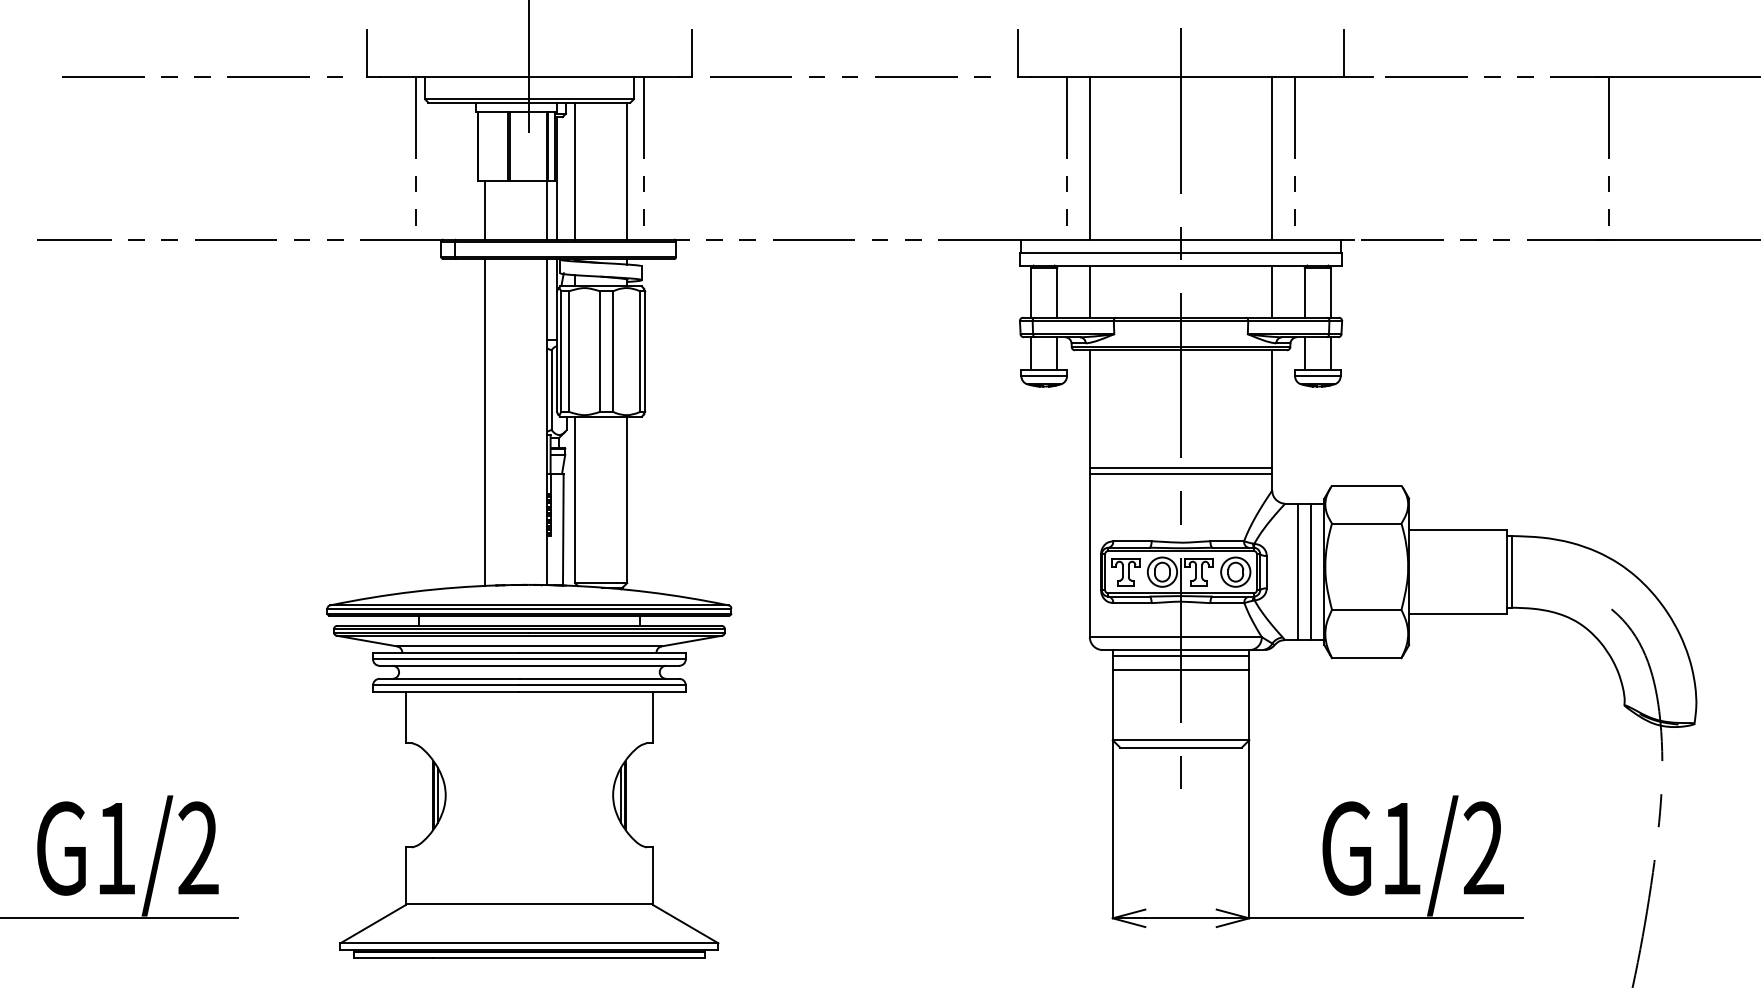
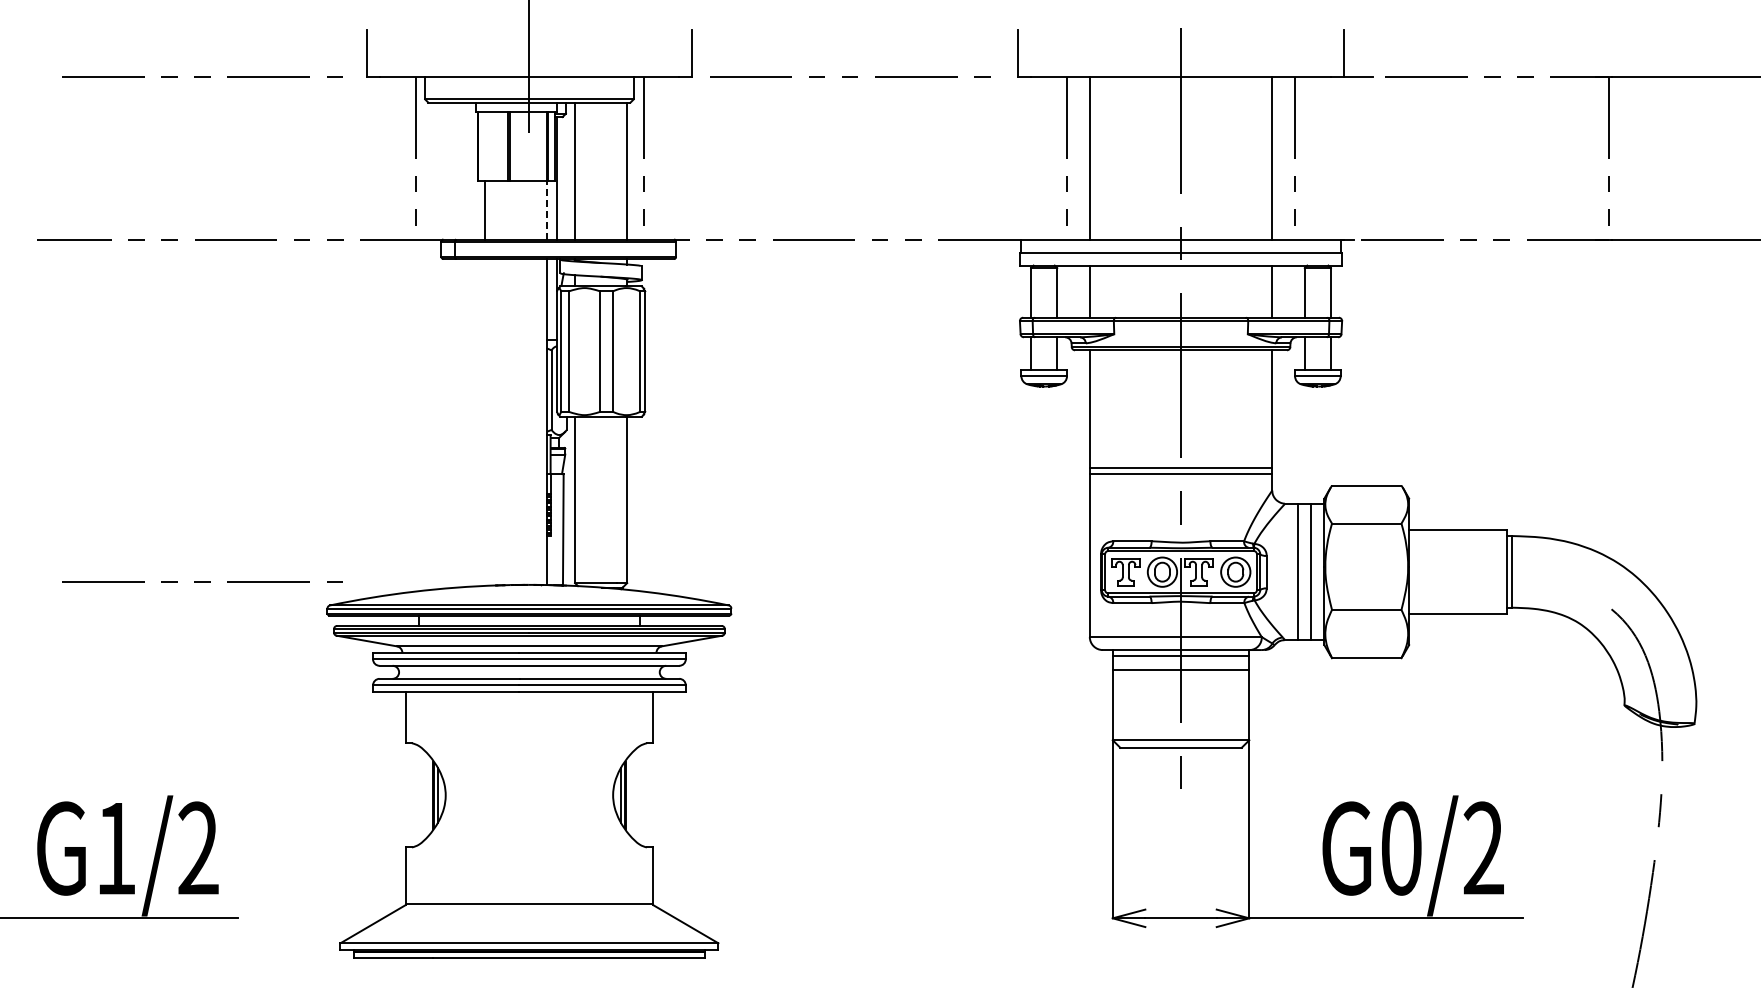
line at (547, 209): solid -> dashed
line at (485, 422): present -> none
line at (202, 581): none -> present
text at (1401, 848): G1/2 -> G0/2
